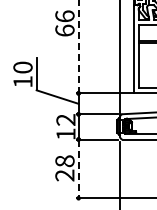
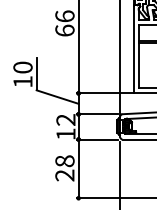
line at (78, 47): dashed -> solid
line at (78, 169): dashed -> solid
